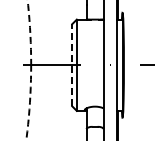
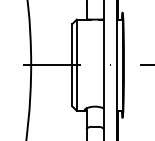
line at (72, 64): dashed -> solid
circle at (28, 70): dashed -> solid
